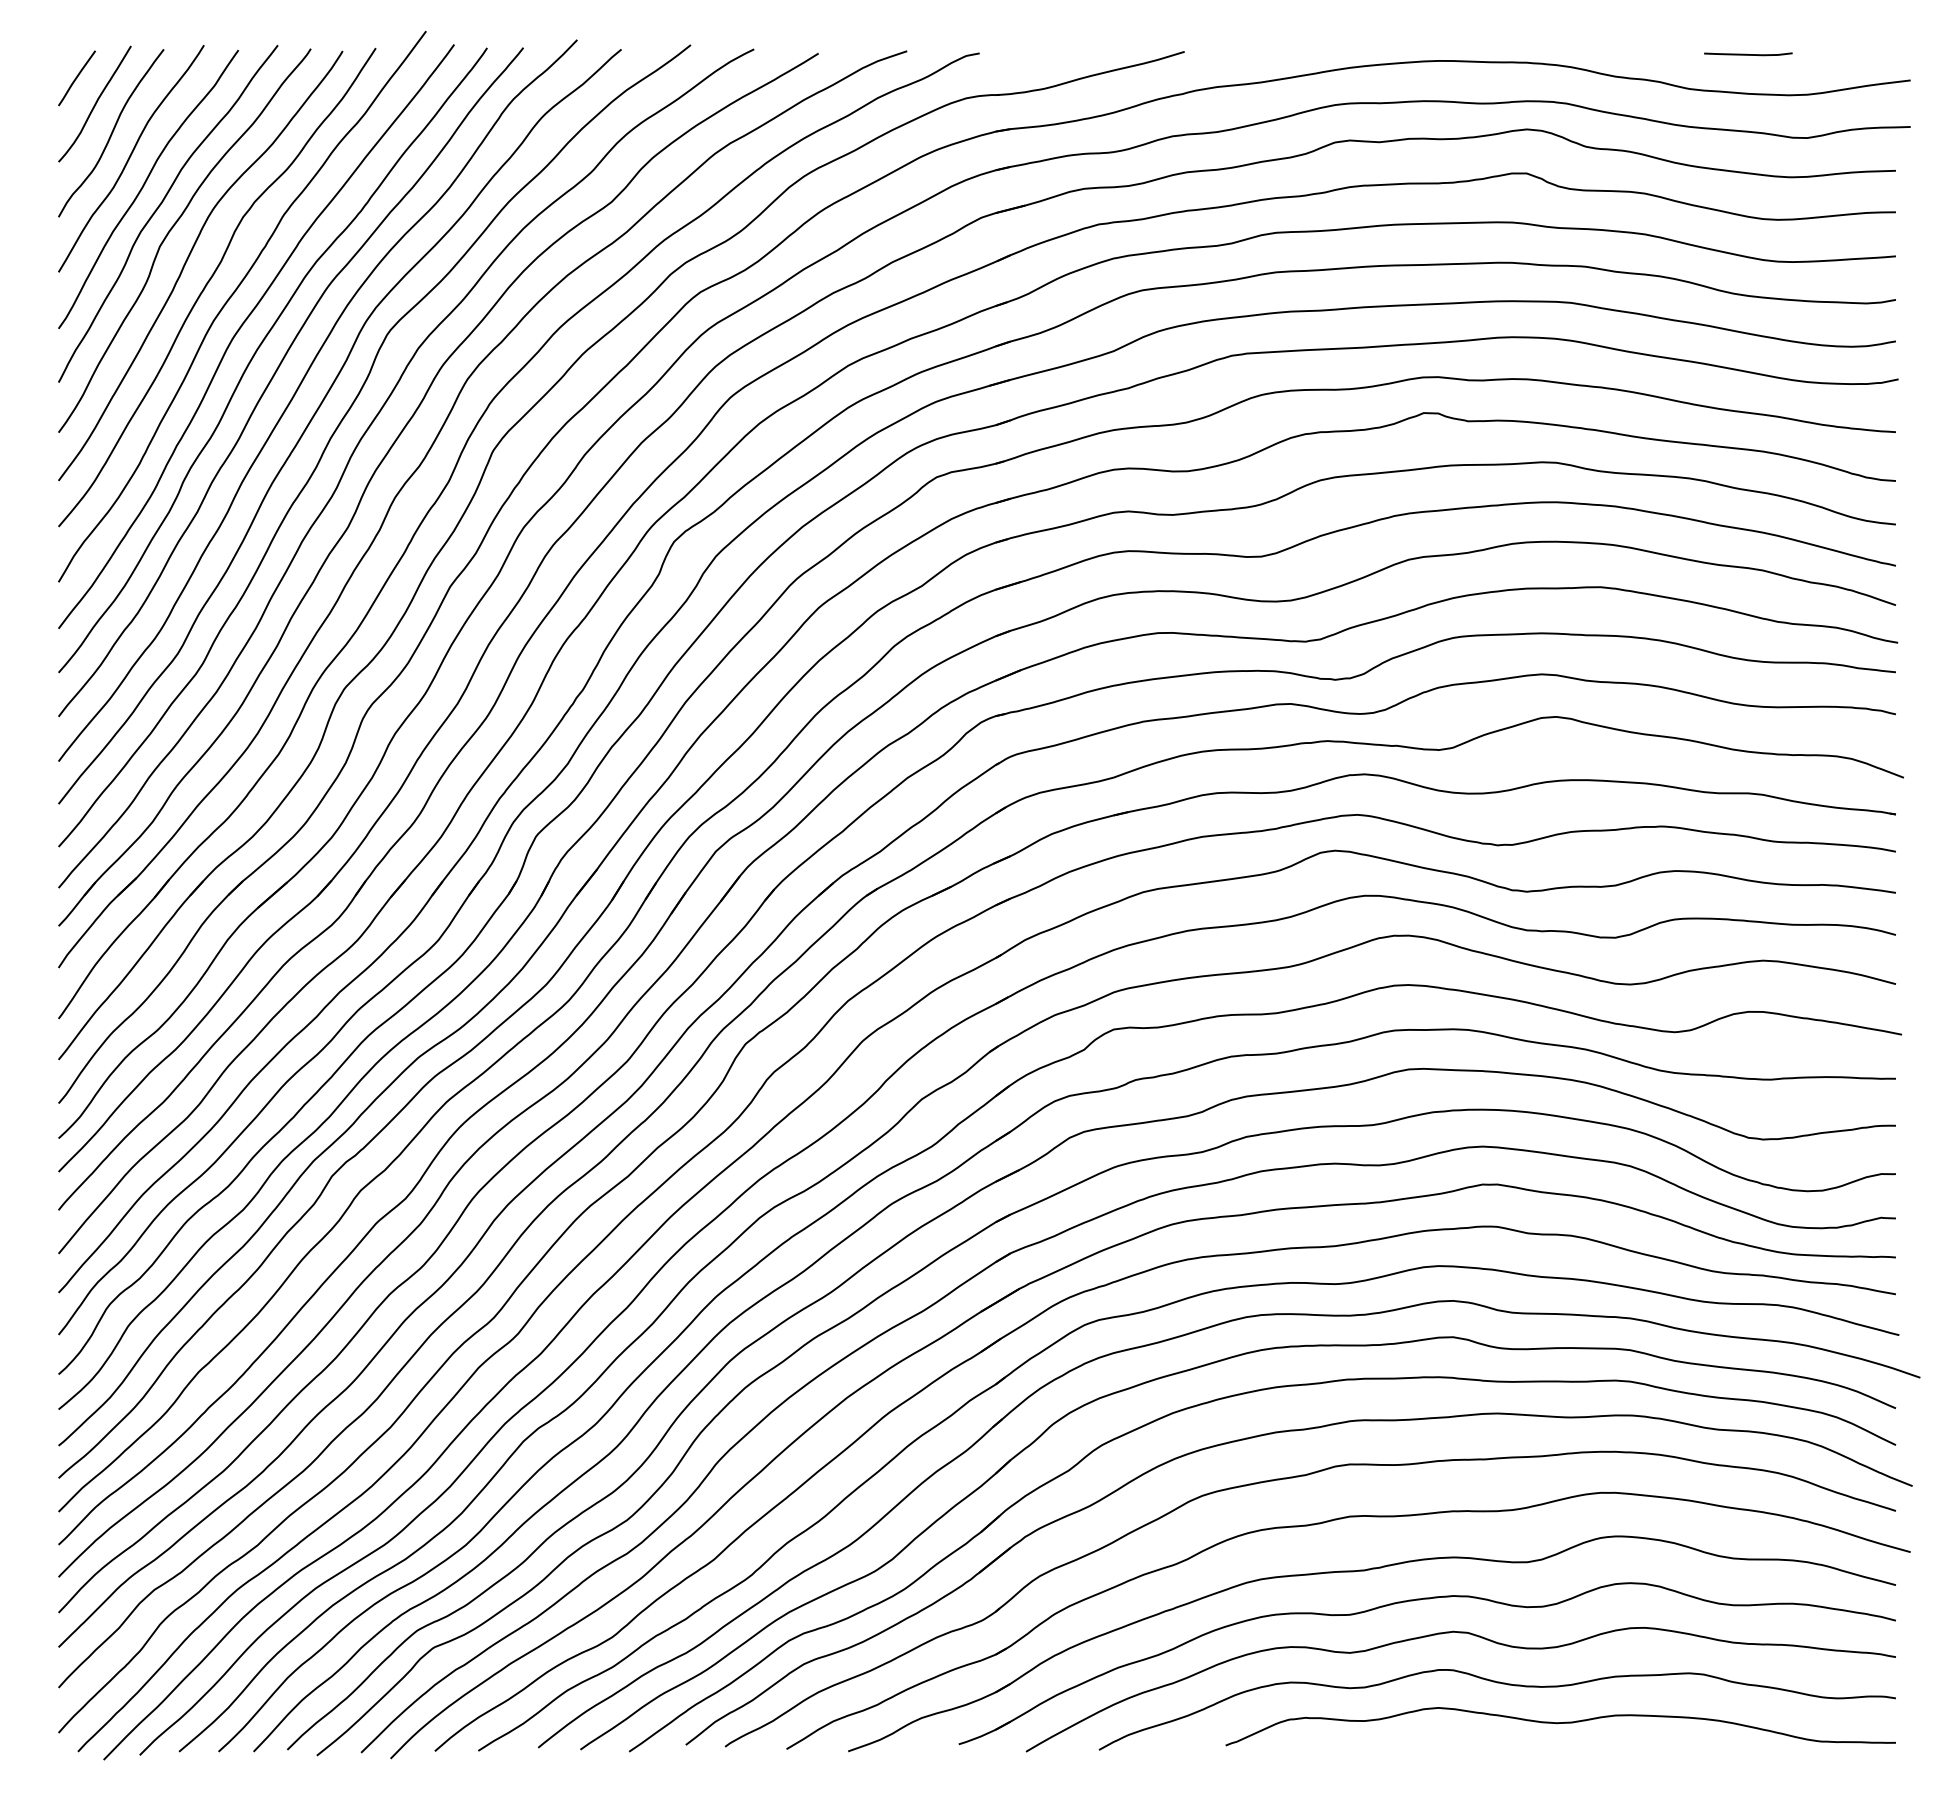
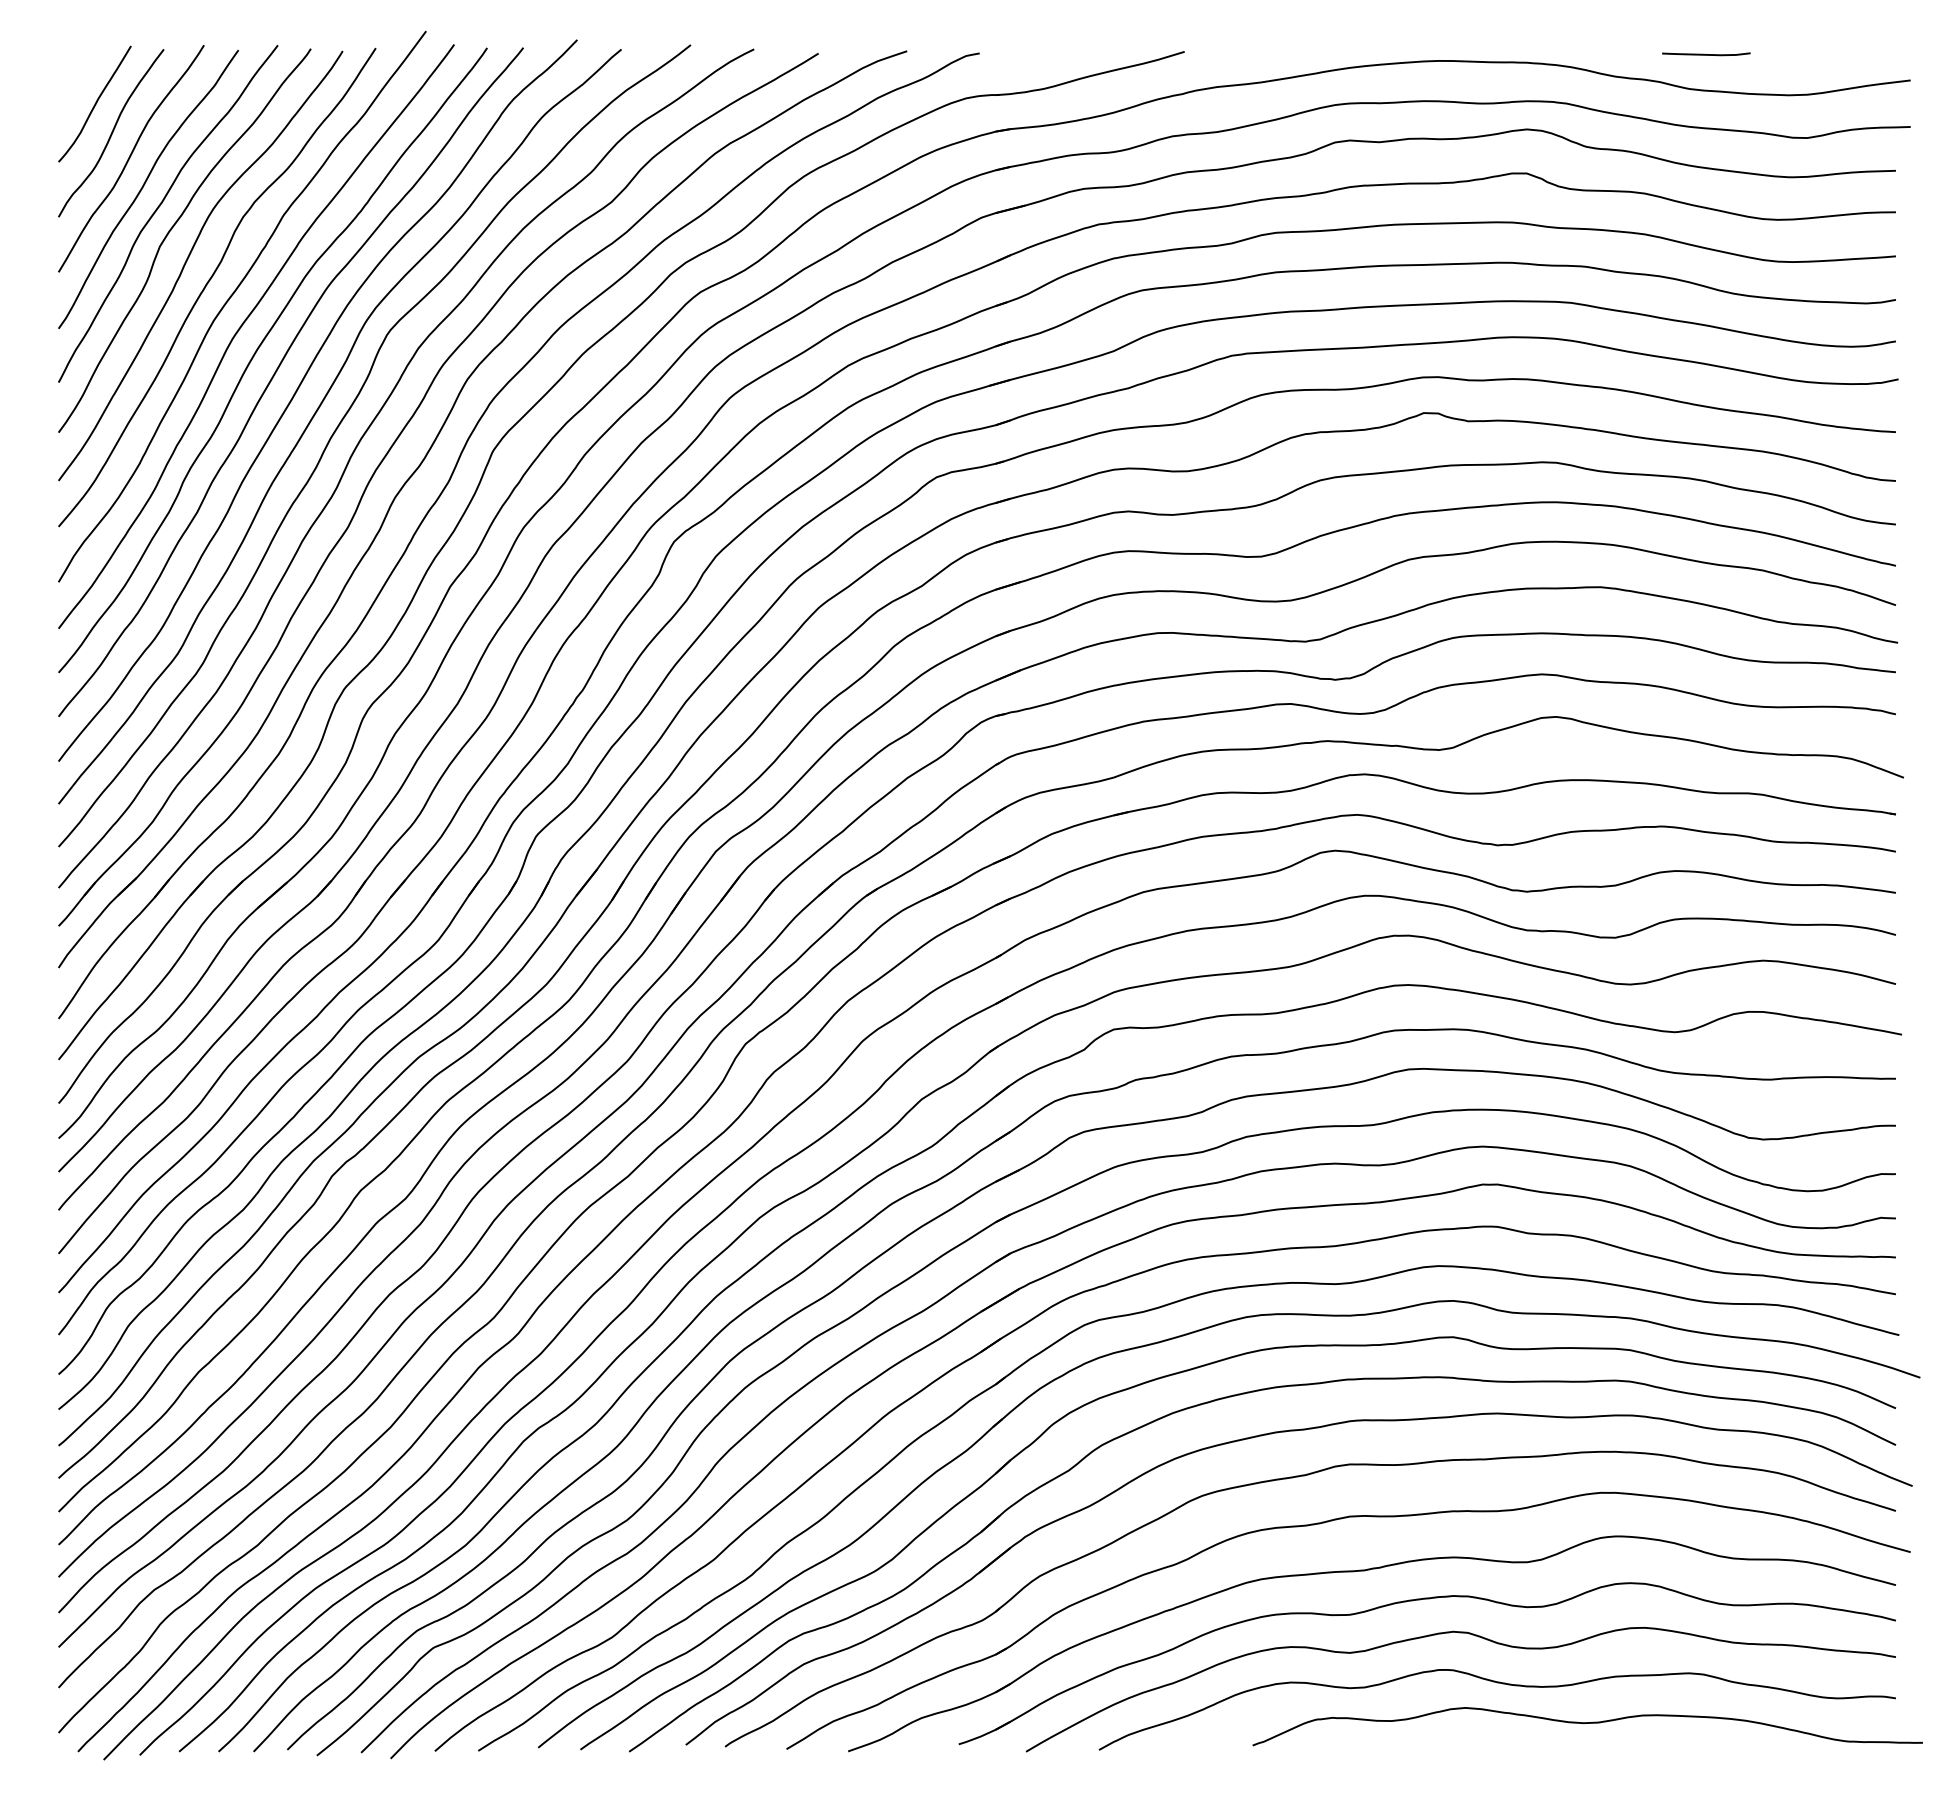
curve at (1748, 54) position: (1748, 54) -> (1706, 54)
line at (76, 78): present -> none
curve at (1560, 1723) position: (1560, 1723) -> (1587, 1723)
